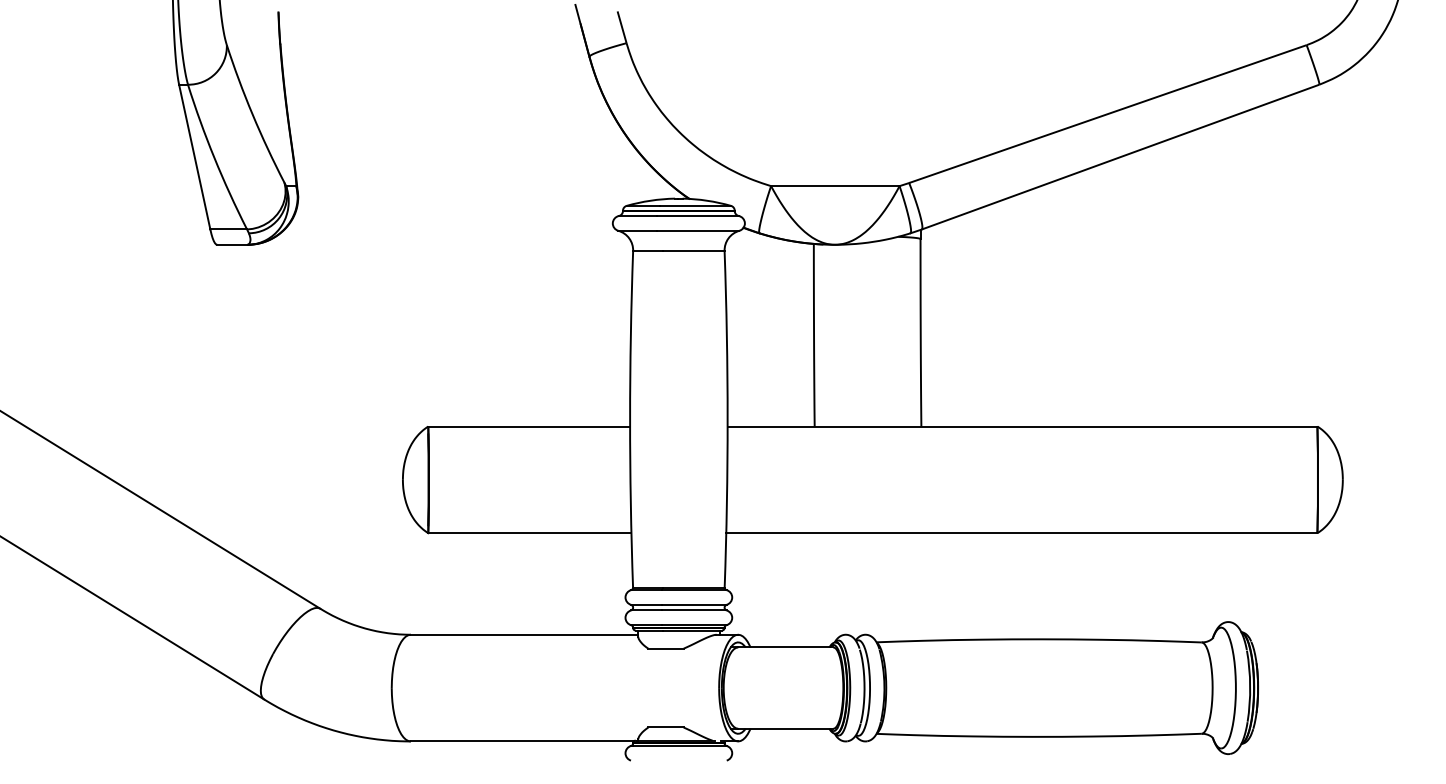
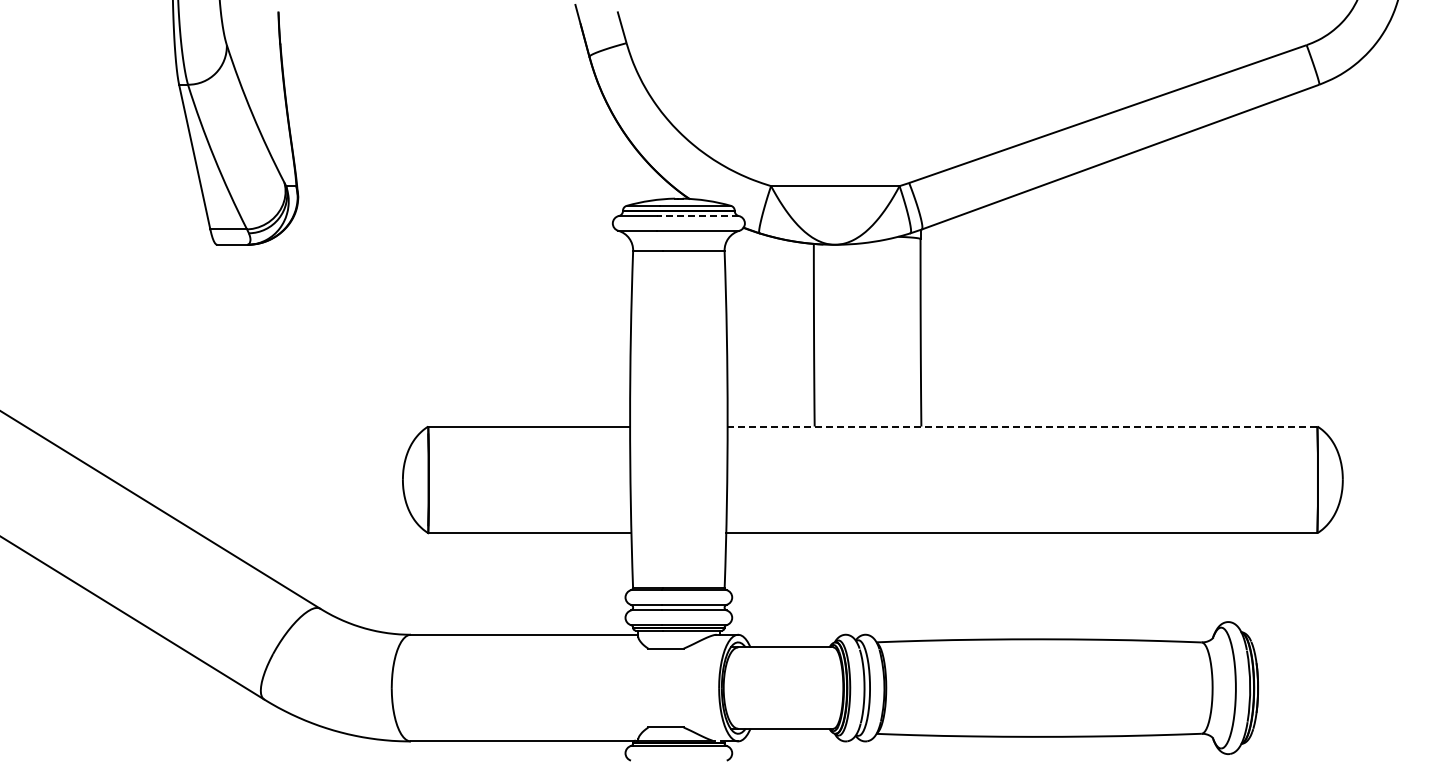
line at (698, 216): solid -> dashed
line at (1022, 426): solid -> dashed
